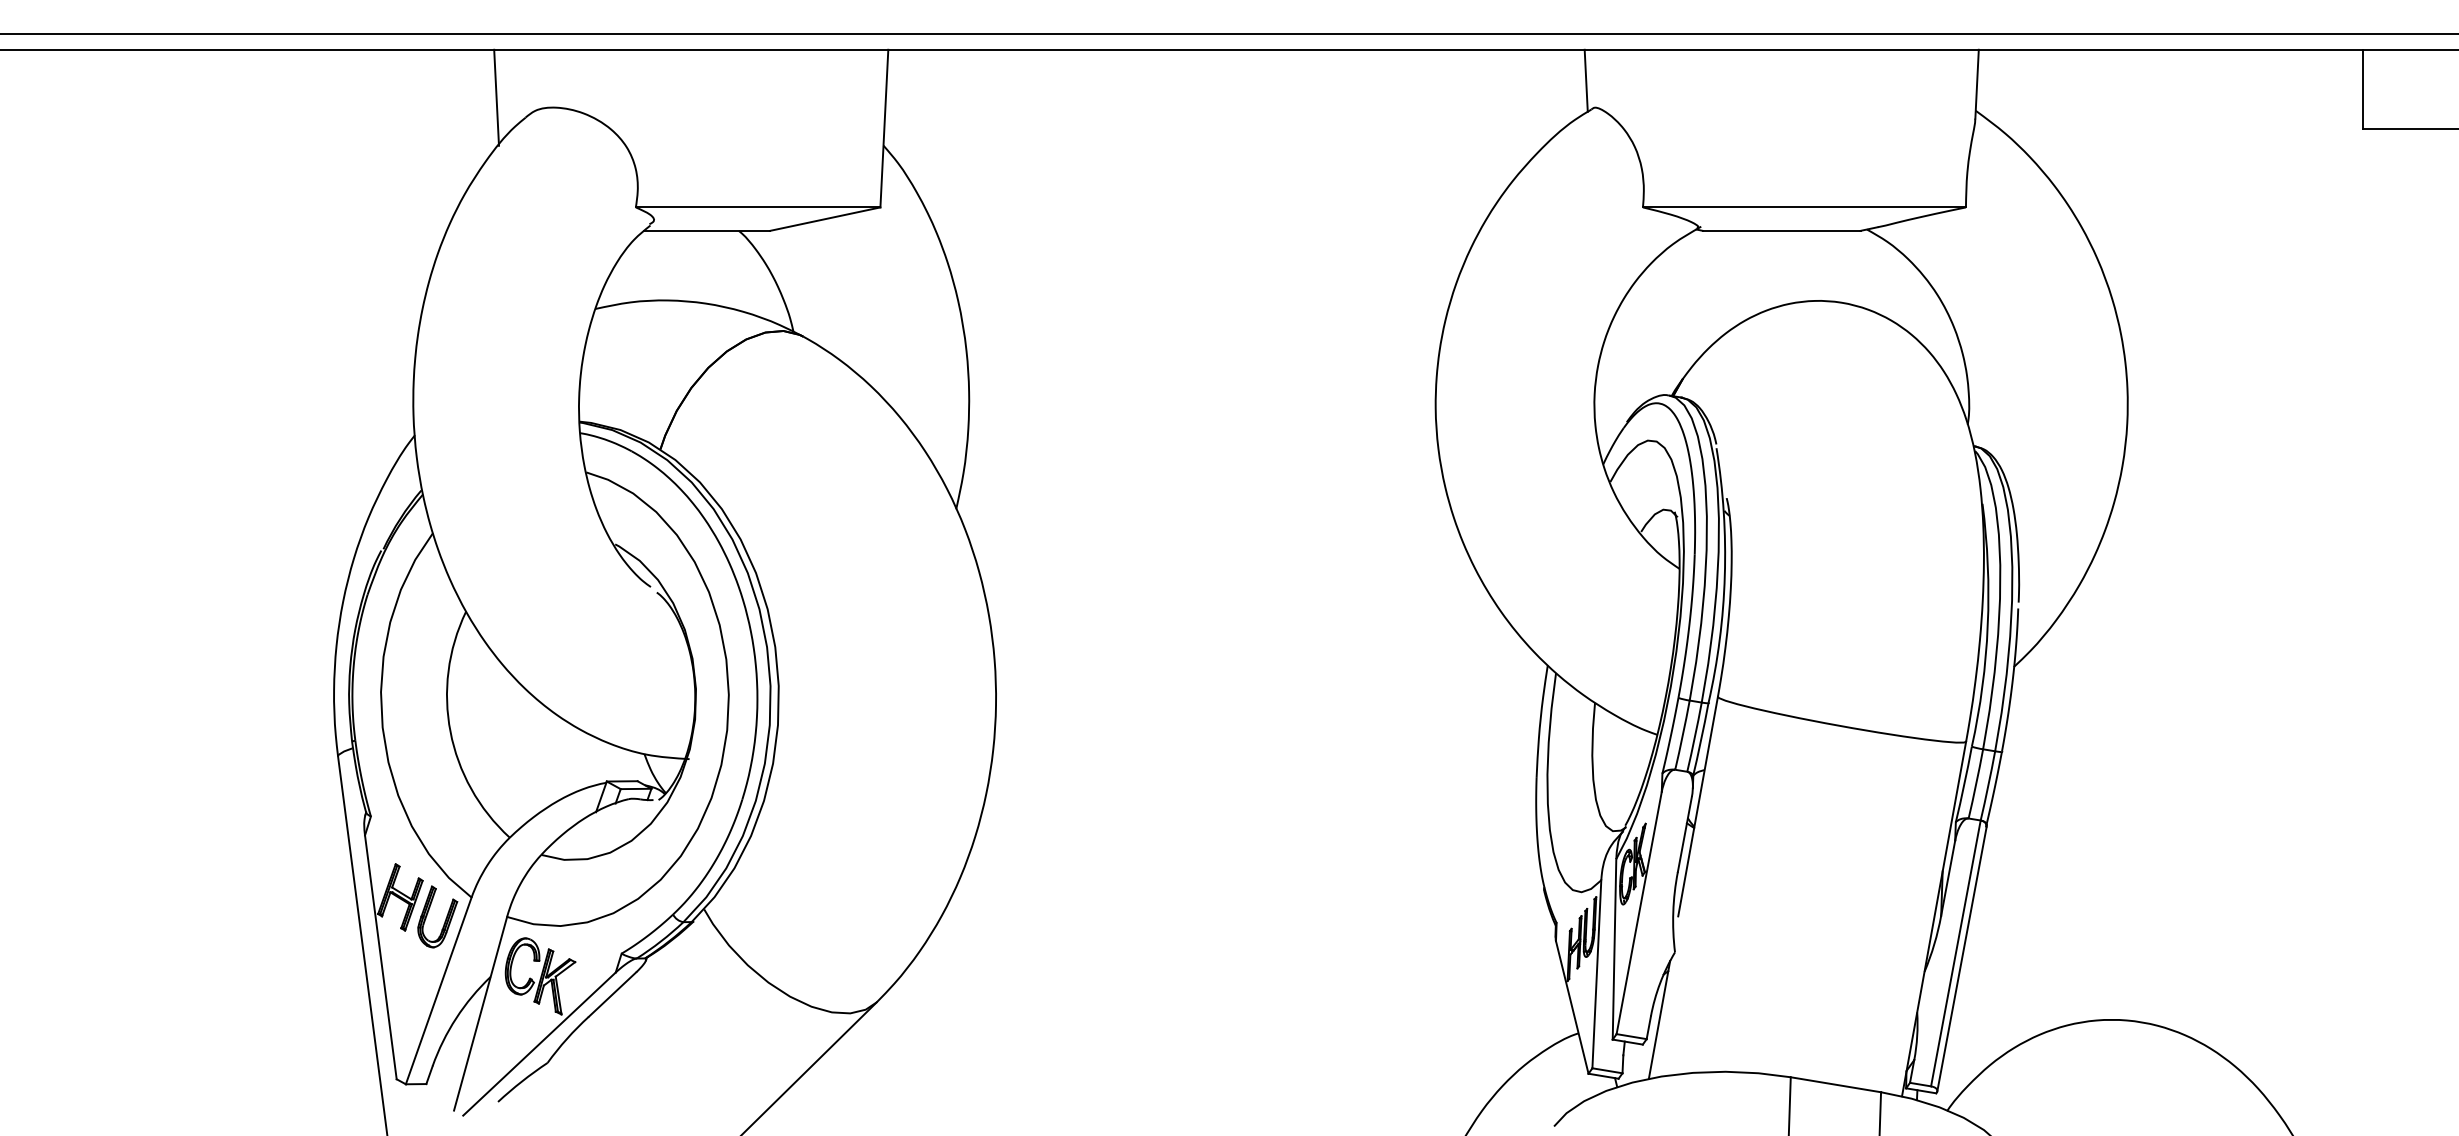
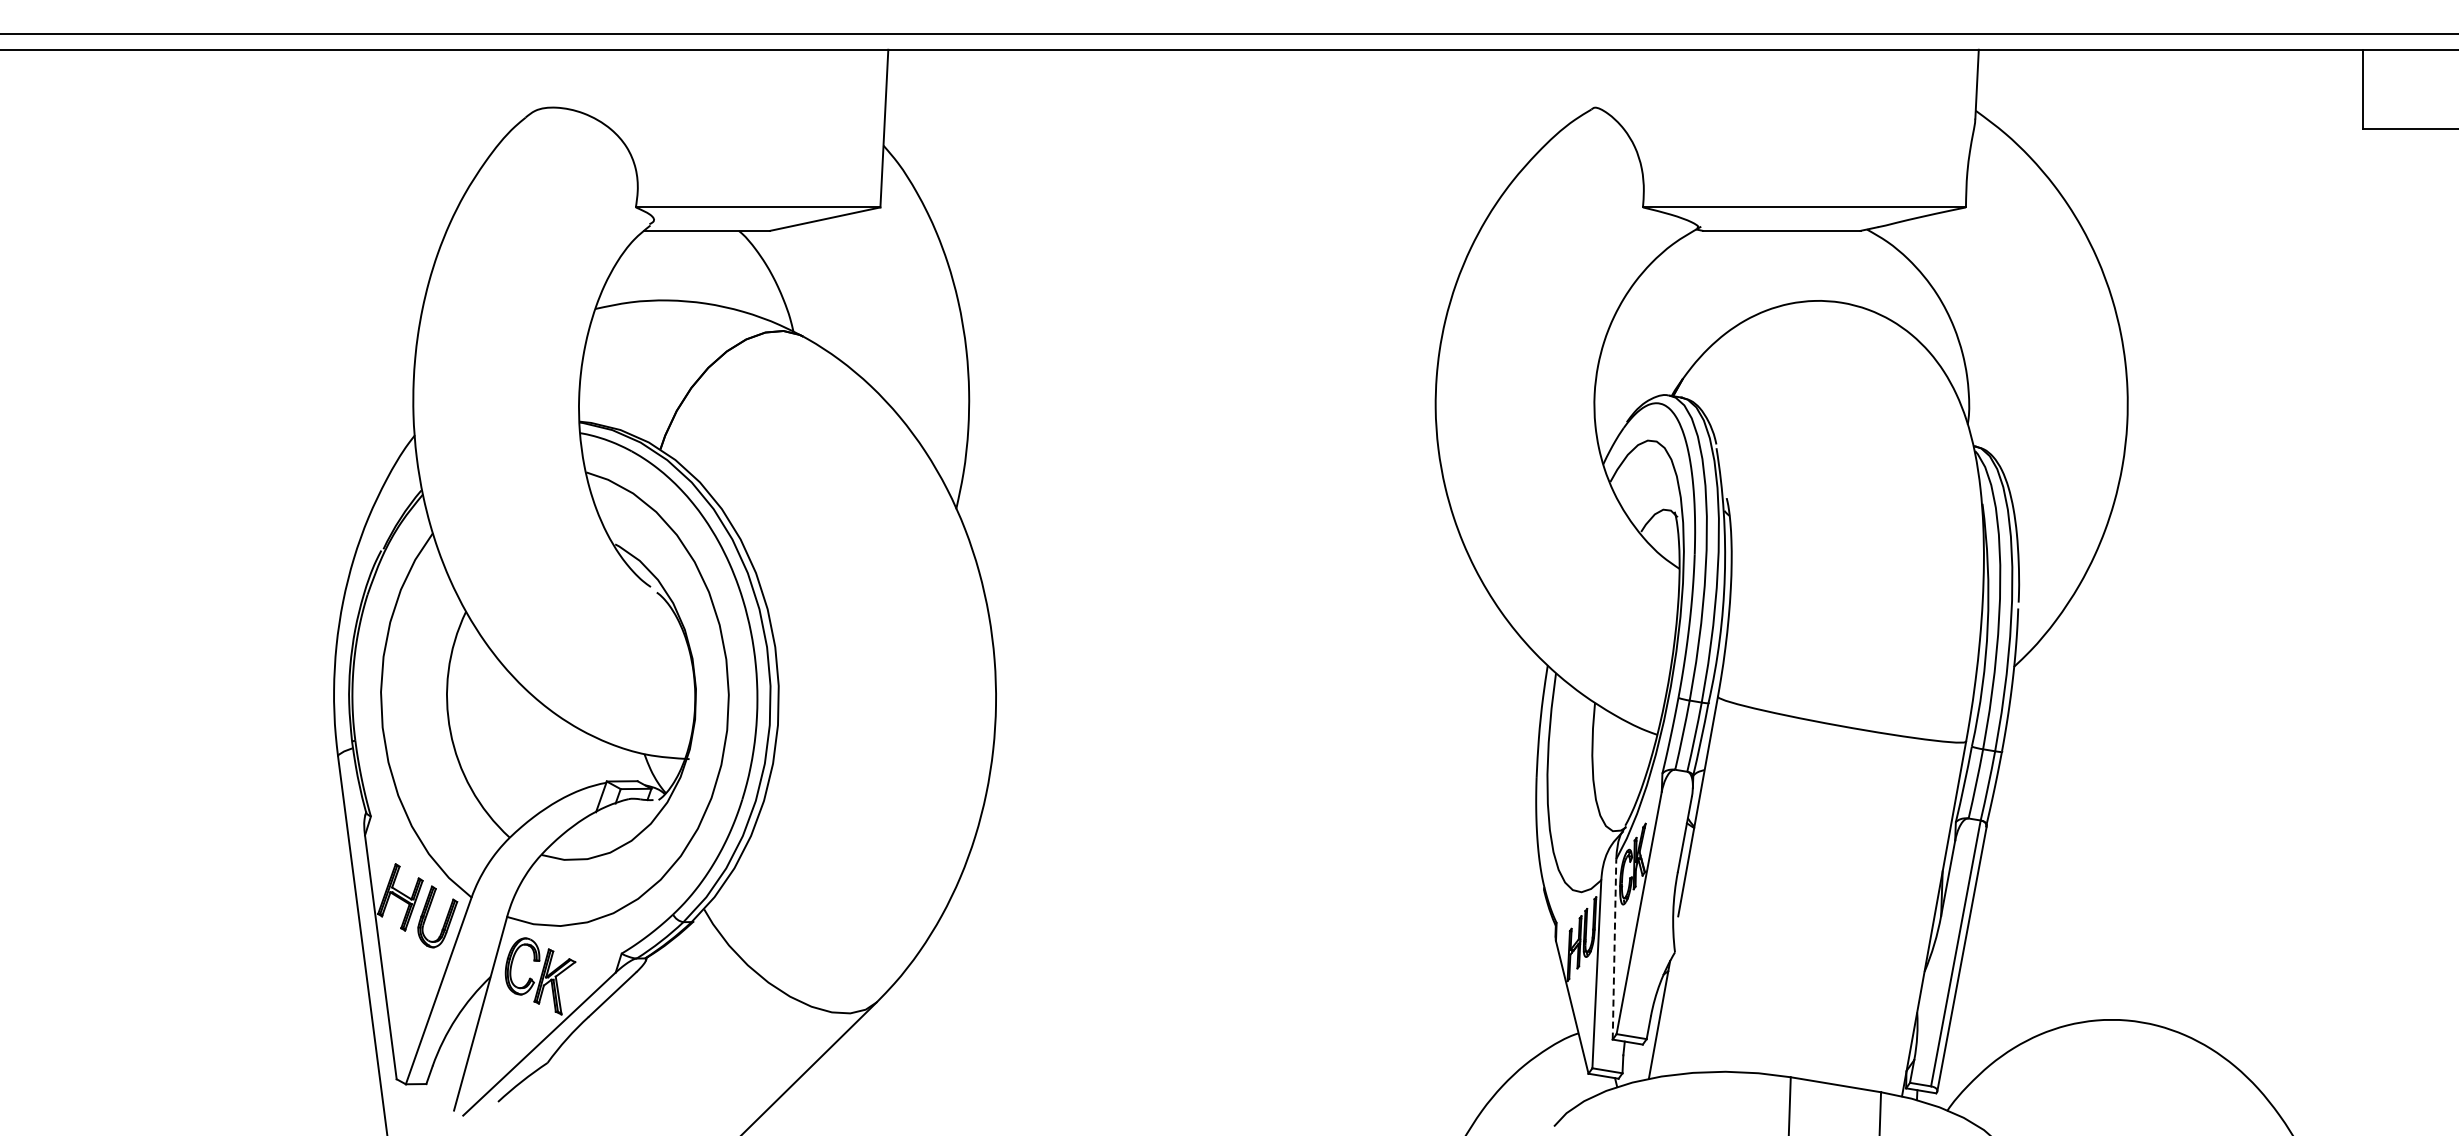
line at (1585, 80): present -> none
line at (496, 97): present -> none
line at (1614, 948): solid -> dashed
